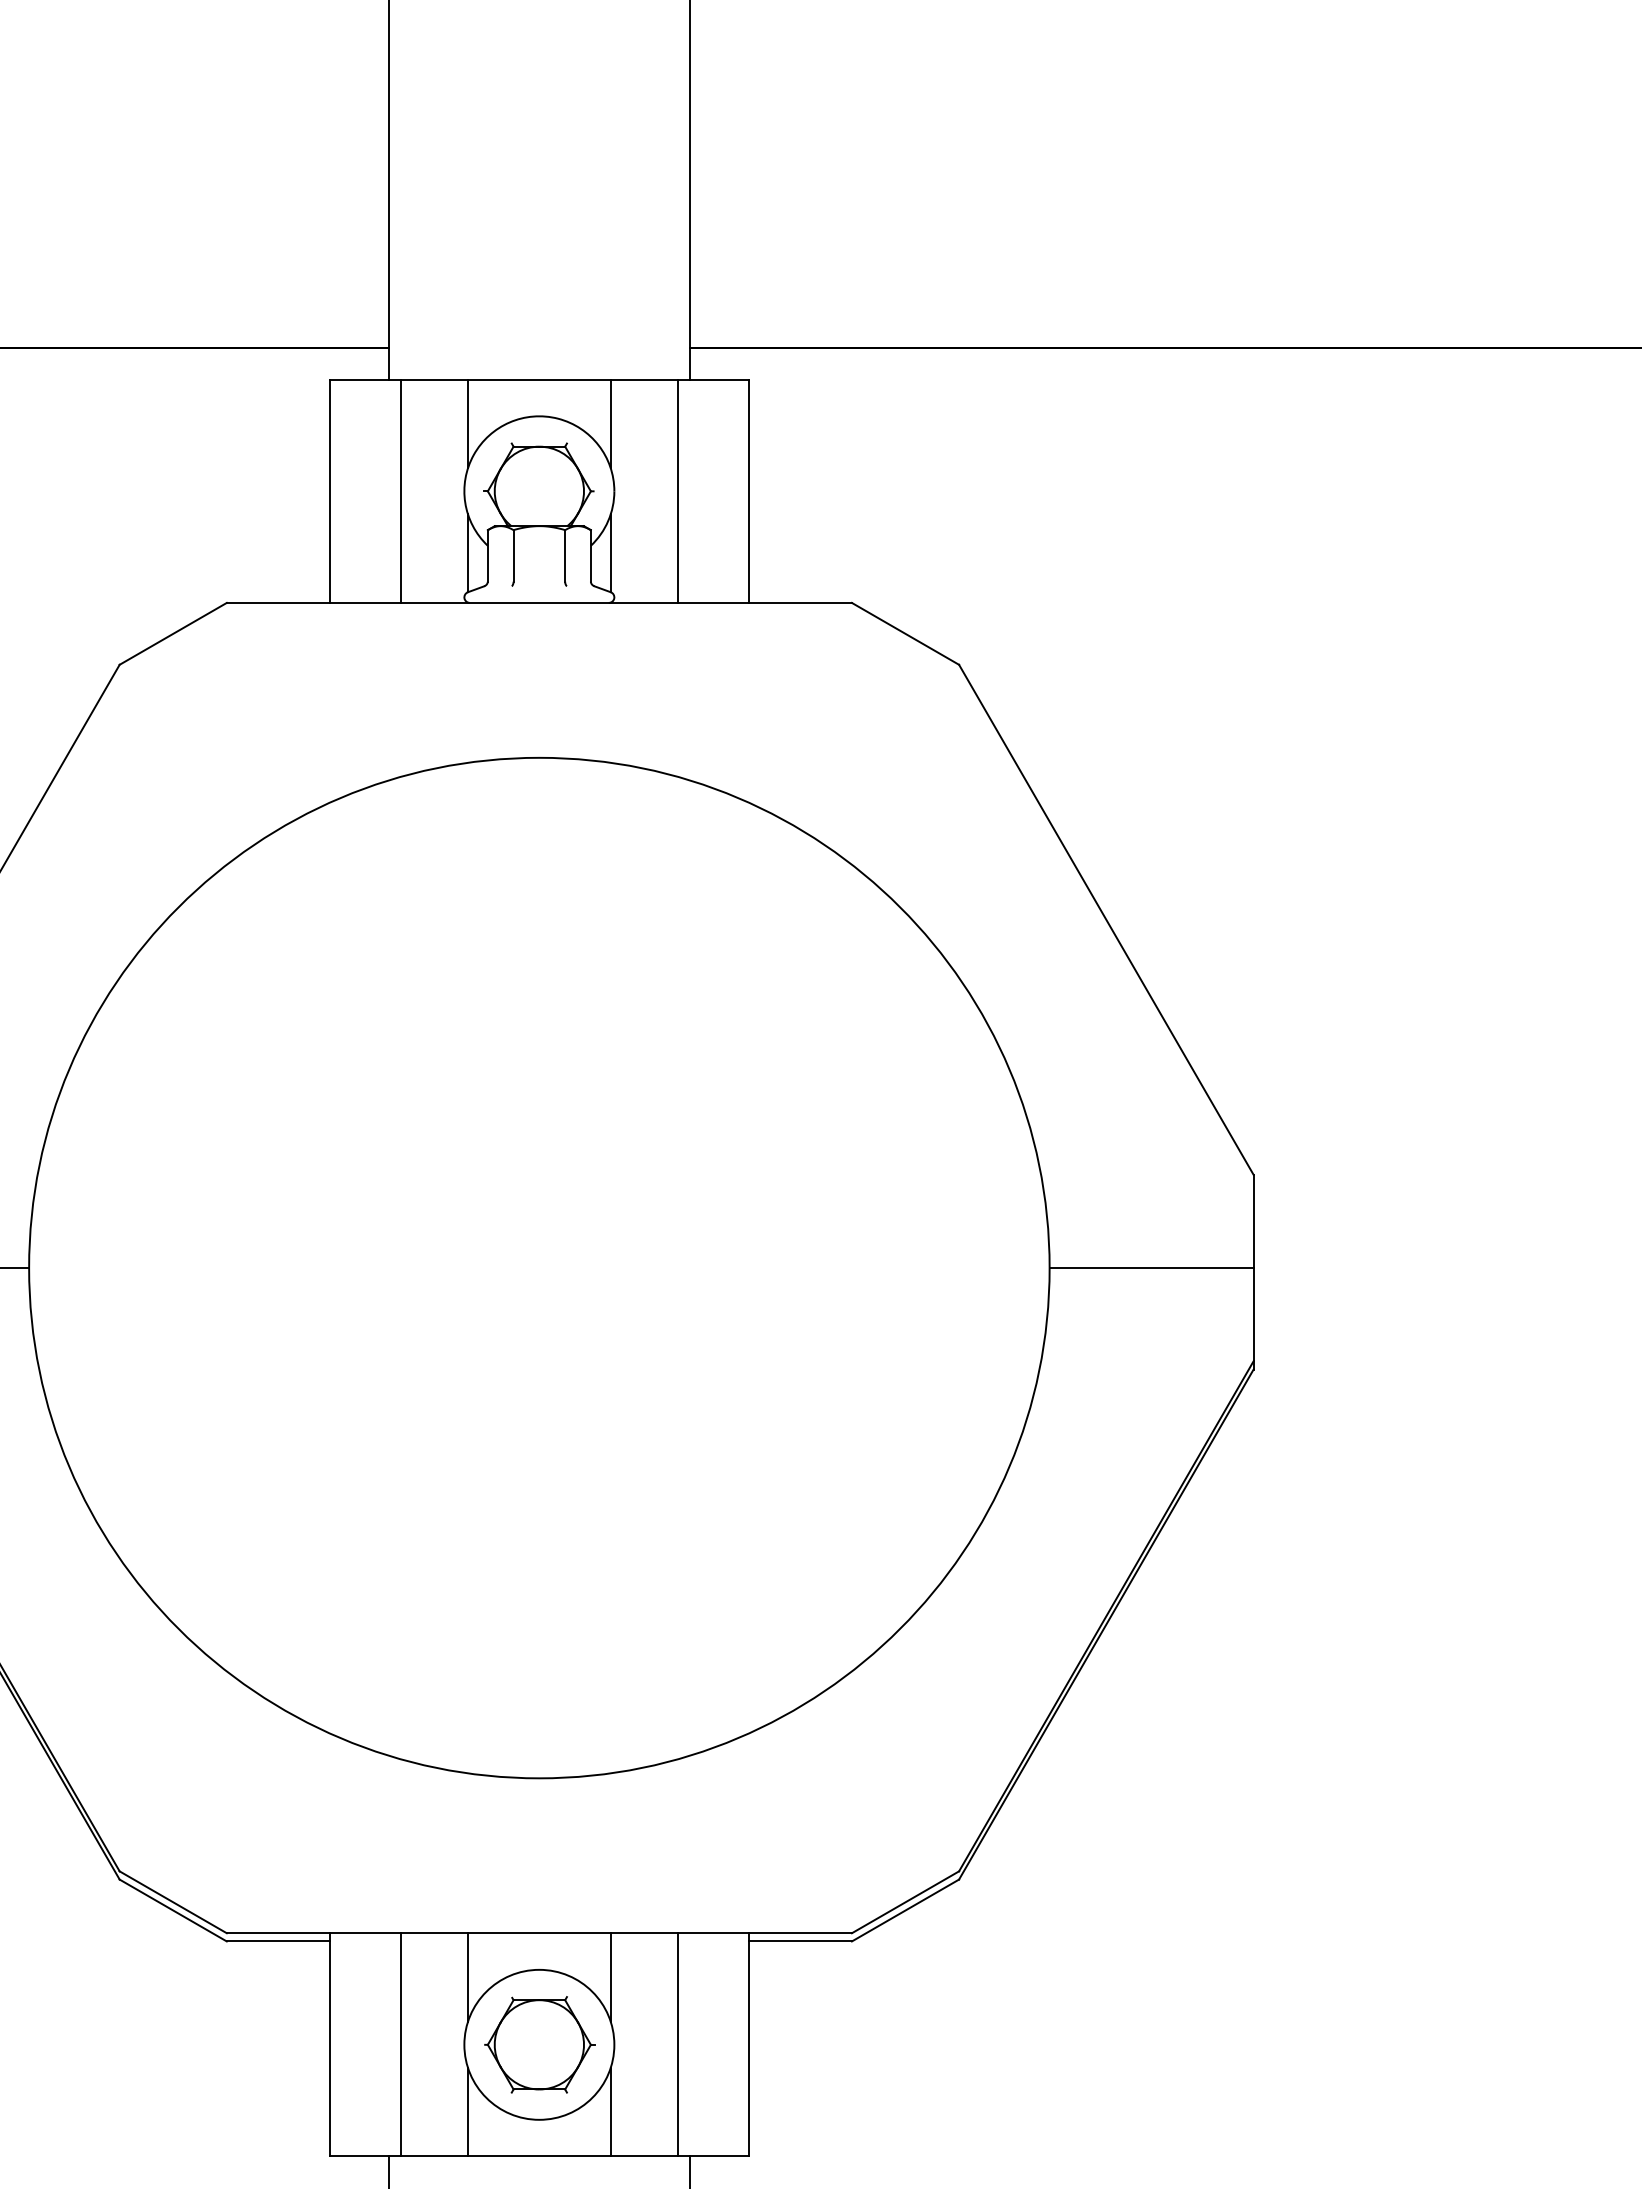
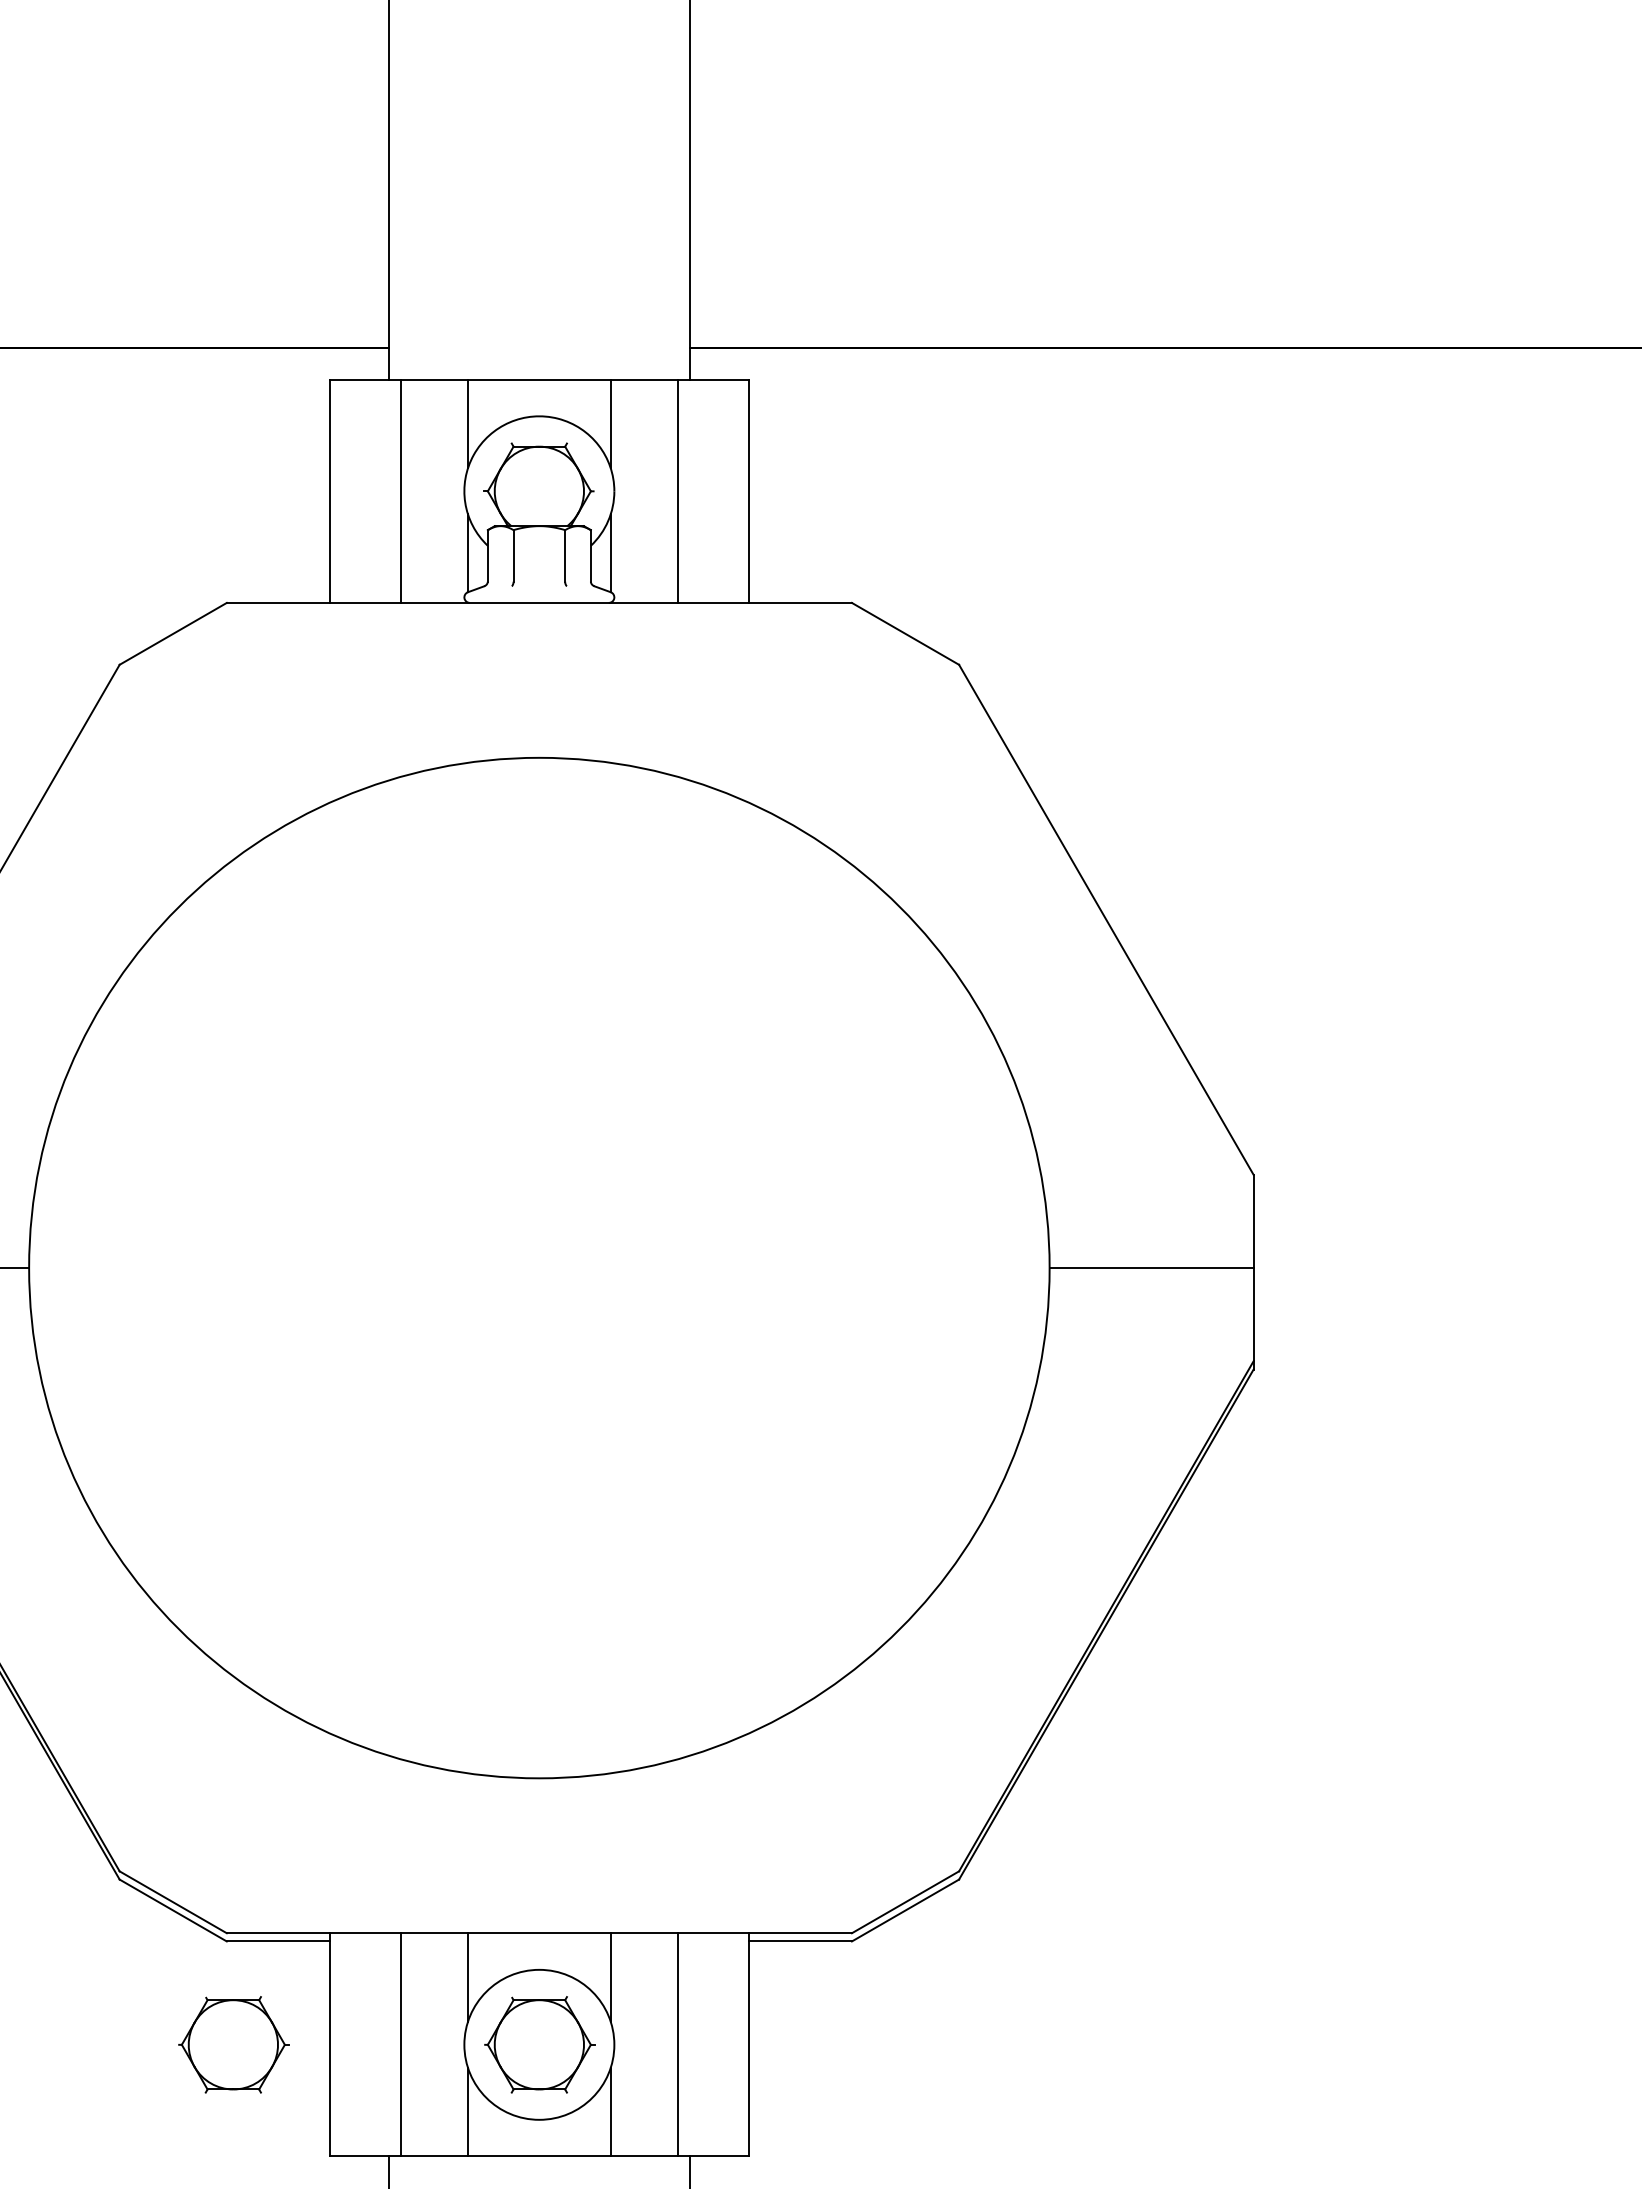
part at (233, 2044): none -> present
